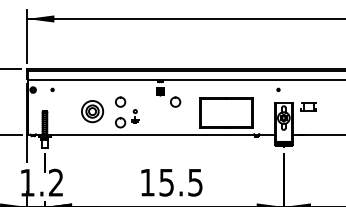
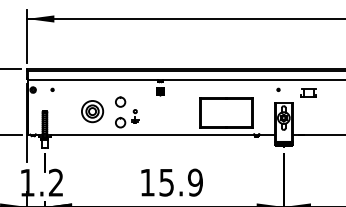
part at (175, 101): present -> none
part at (308, 106) position: (308, 106) -> (308, 92)
text at (194, 182): 15.5 -> 15.9
